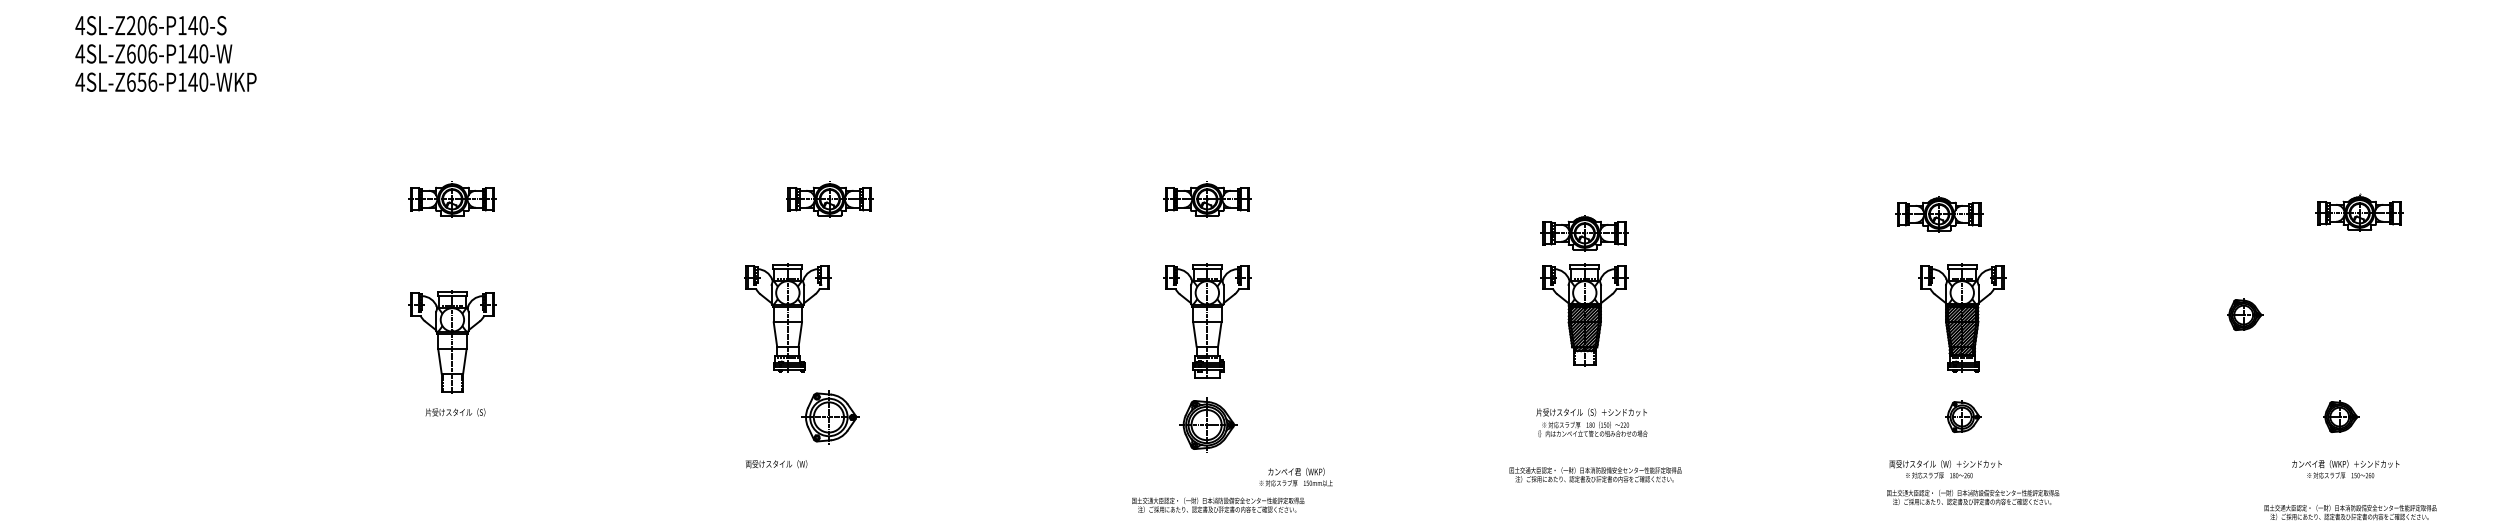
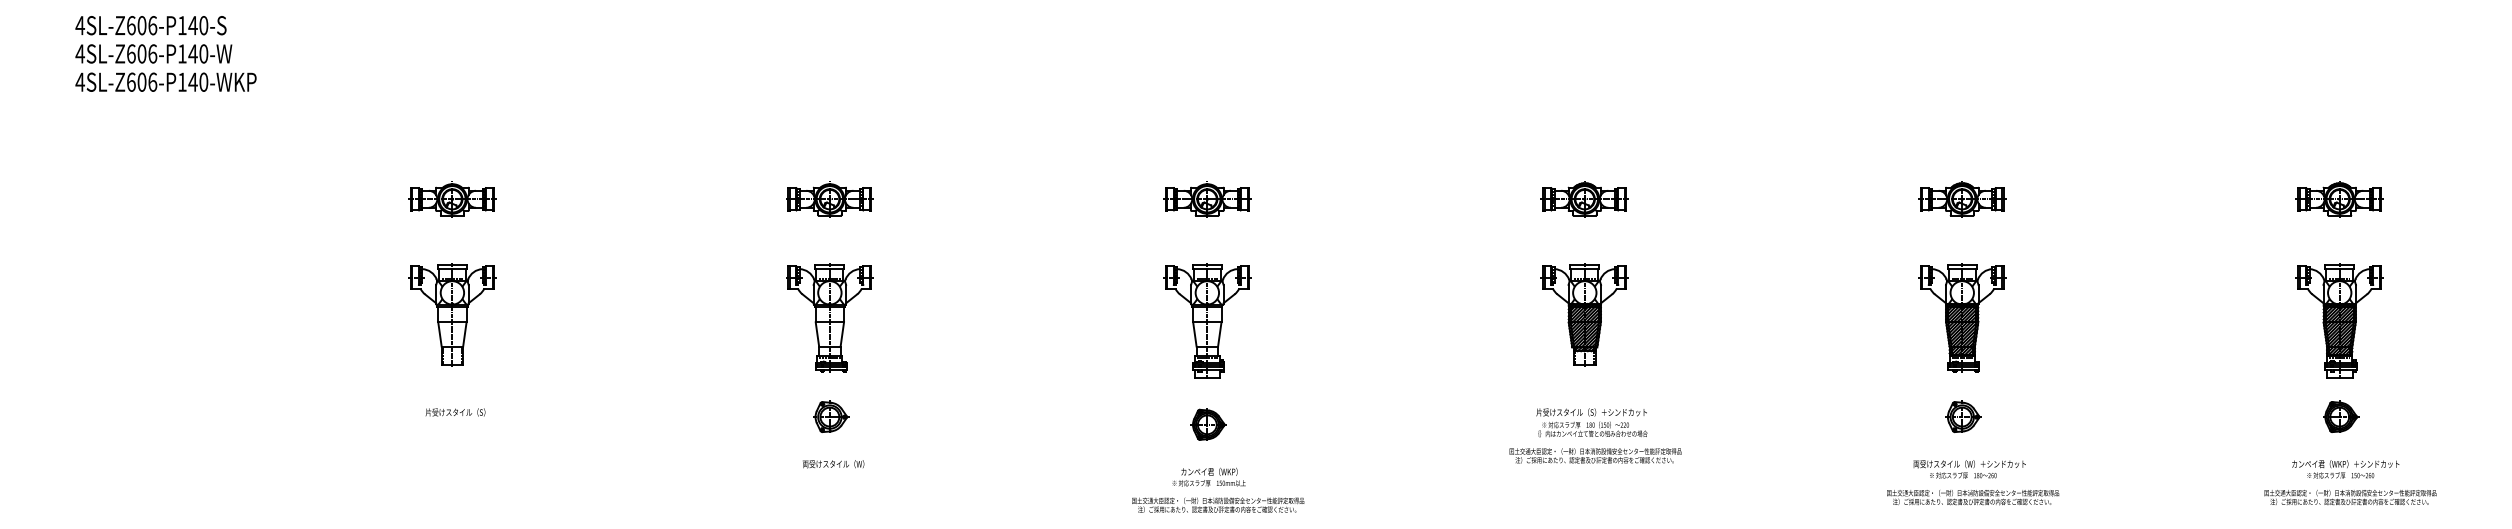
text at (130, 25): 4SL-Z206-P140-S -> 4SL-Z606-P140-S
text at (141, 81): 4SL-Z656-P140-WKP -> 4SL-Z606-P140-WKP
part at (2359, 213) position: (2359, 213) -> (2339, 199)
part at (1939, 214) position: (1939, 214) -> (1962, 199)
part at (1584, 233) position: (1584, 233) -> (1584, 199)
part at (2245, 314): present -> none
part at (787, 317) position: (787, 317) -> (829, 317)
part at (2339, 320): none -> present
part at (452, 341) position: (452, 341) -> (452, 314)
part at (830, 417) size: 59x55 px -> 37x33 px
part at (1208, 424) size: 59x56 px -> 37x33 px
text at (776, 464) position: (776, 464) -> (833, 464)
text at (1945, 469) position: (1945, 469) -> (1969, 469)
text at (1595, 474) position: (1595, 474) -> (1595, 455)
text at (1295, 476) position: (1295, 476) -> (1208, 476)
text at (2350, 512) position: (2350, 512) -> (2350, 497)
